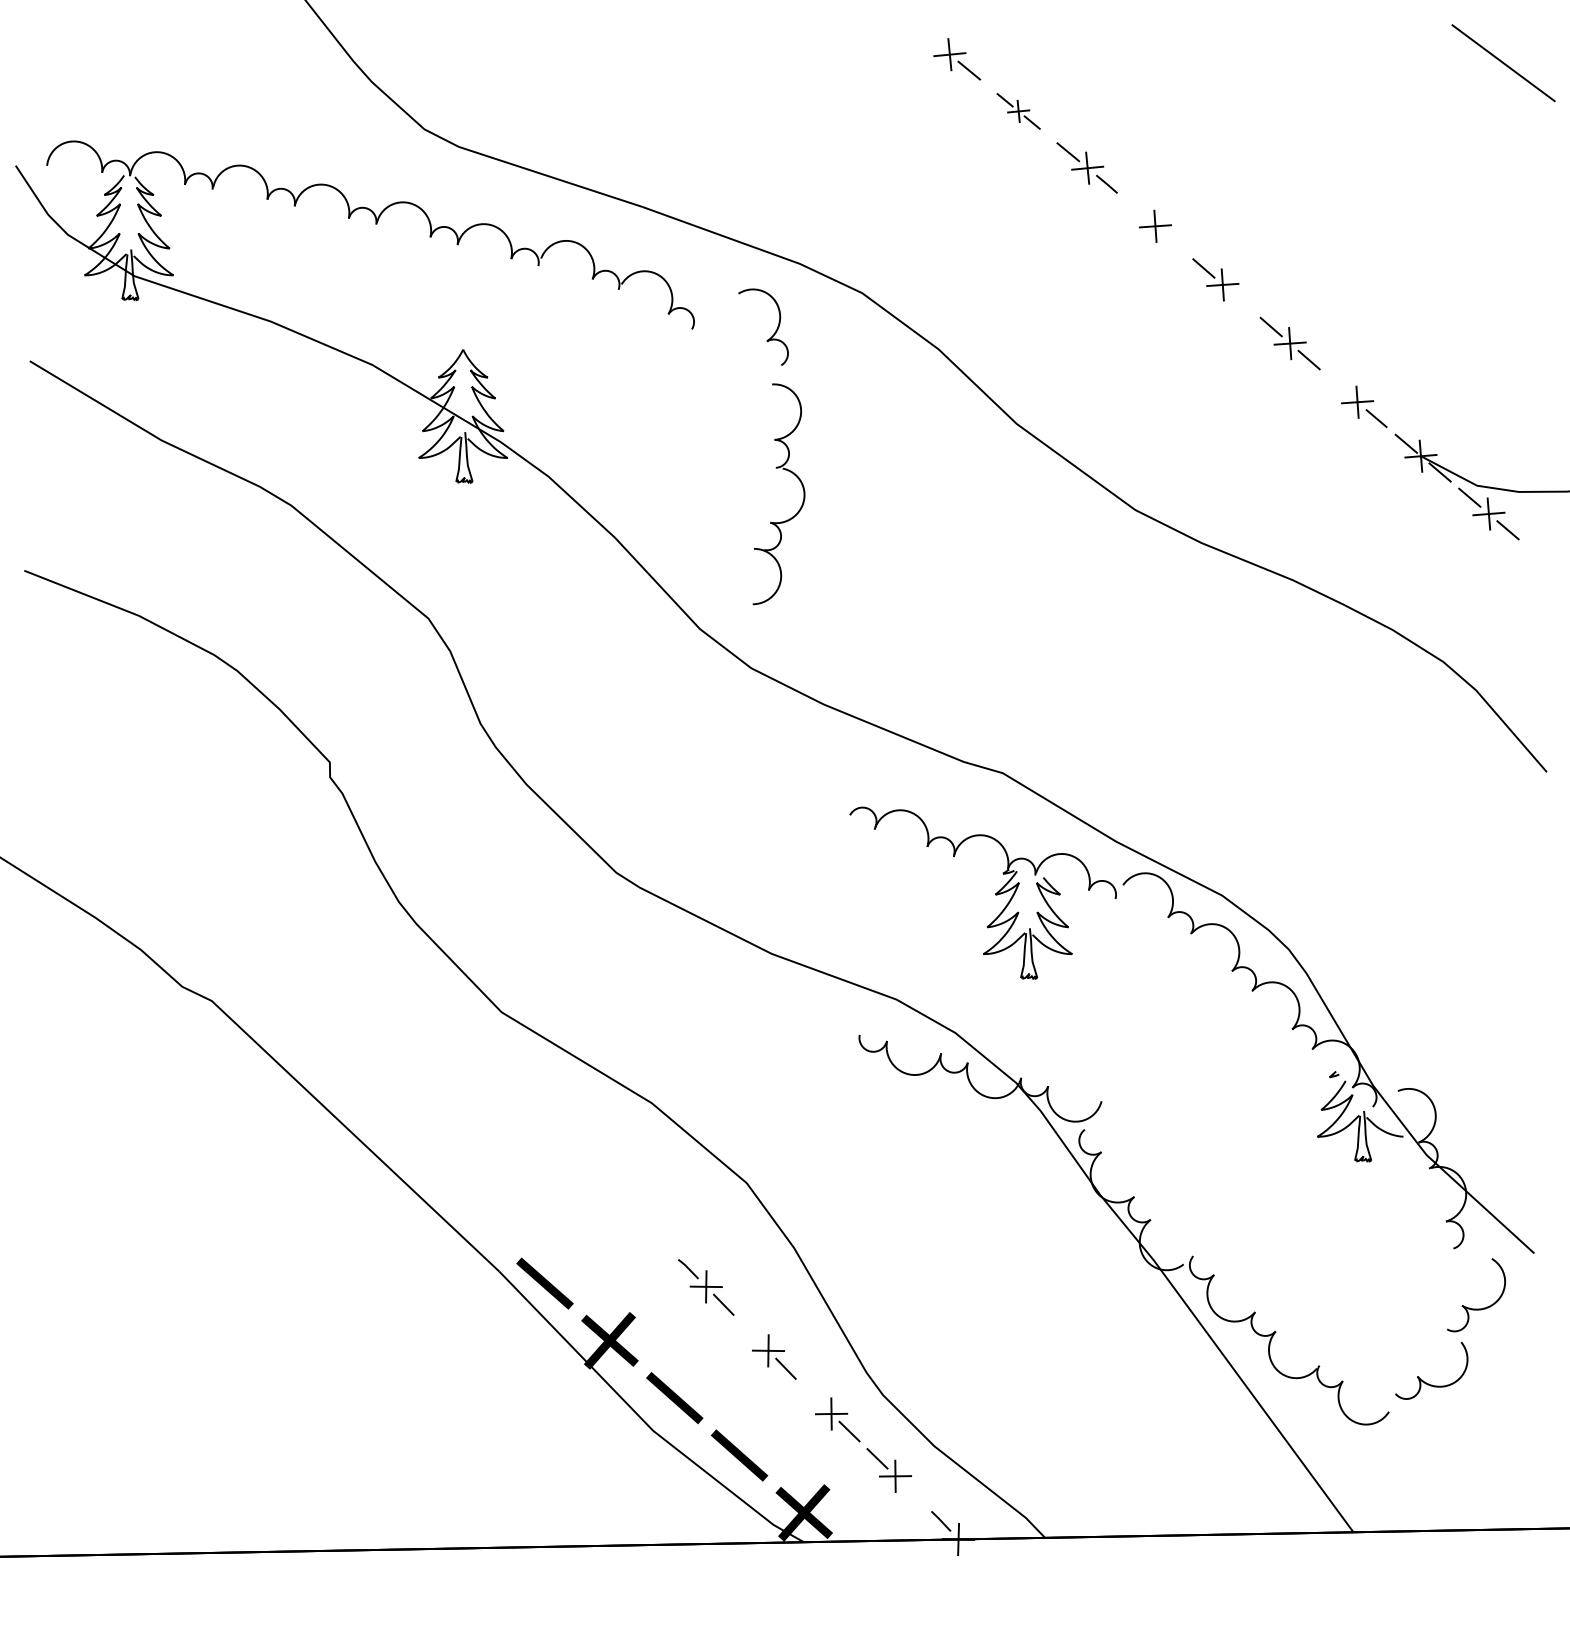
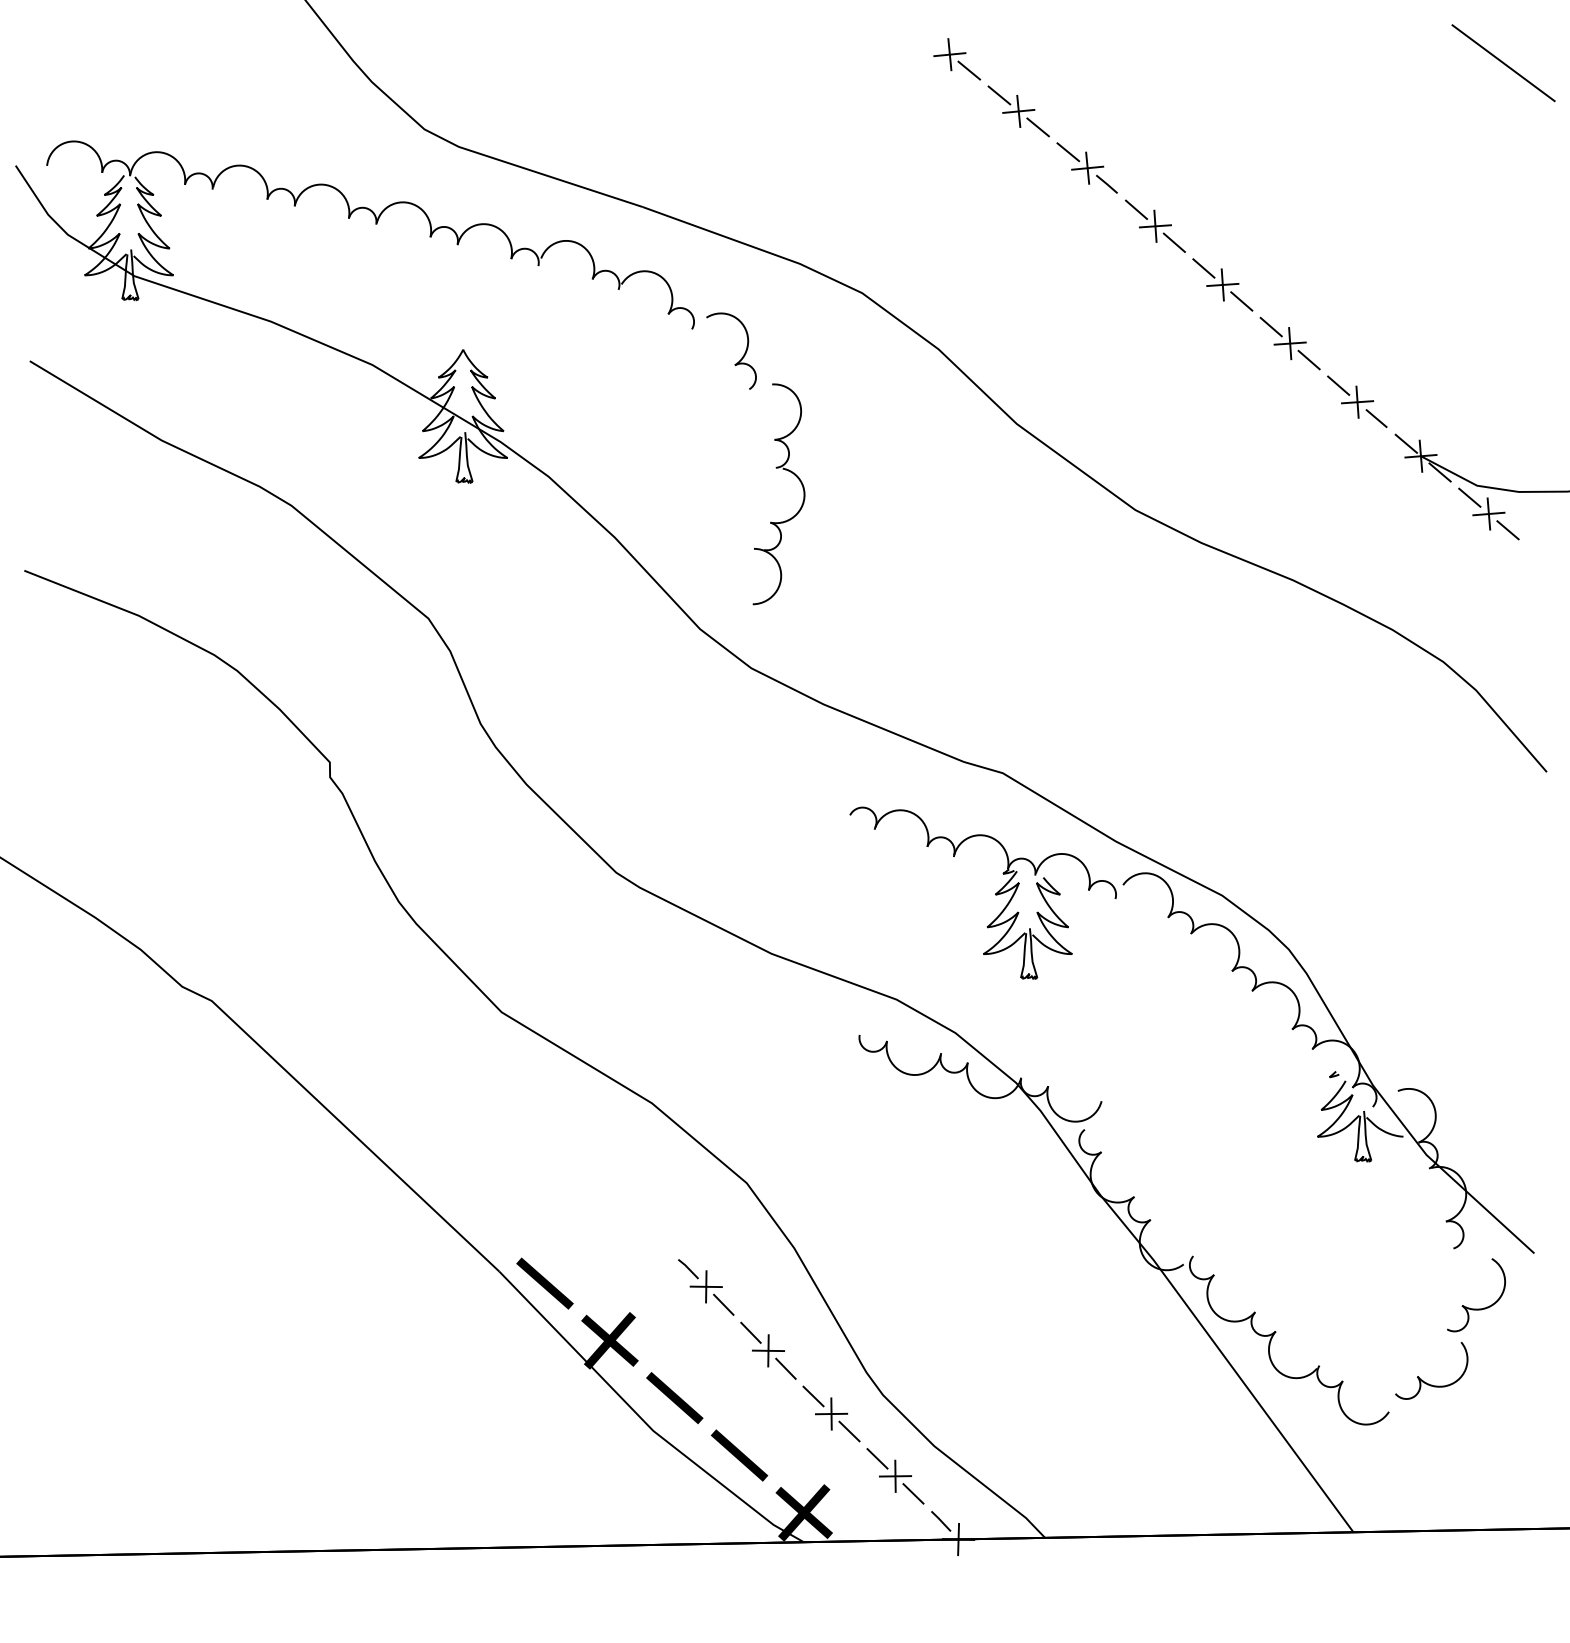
part at (1018, 111) size: 45x37 px -> 63x53 px
line at (1136, 209): none -> present
line at (1173, 242): none -> present
line at (1241, 301): none -> present
part at (773, 333) position: (773, 333) -> (741, 357)
line at (1338, 385): none -> present
line at (750, 1332): none -> present
line at (813, 1396): none -> present
line at (913, 1493): none -> present
